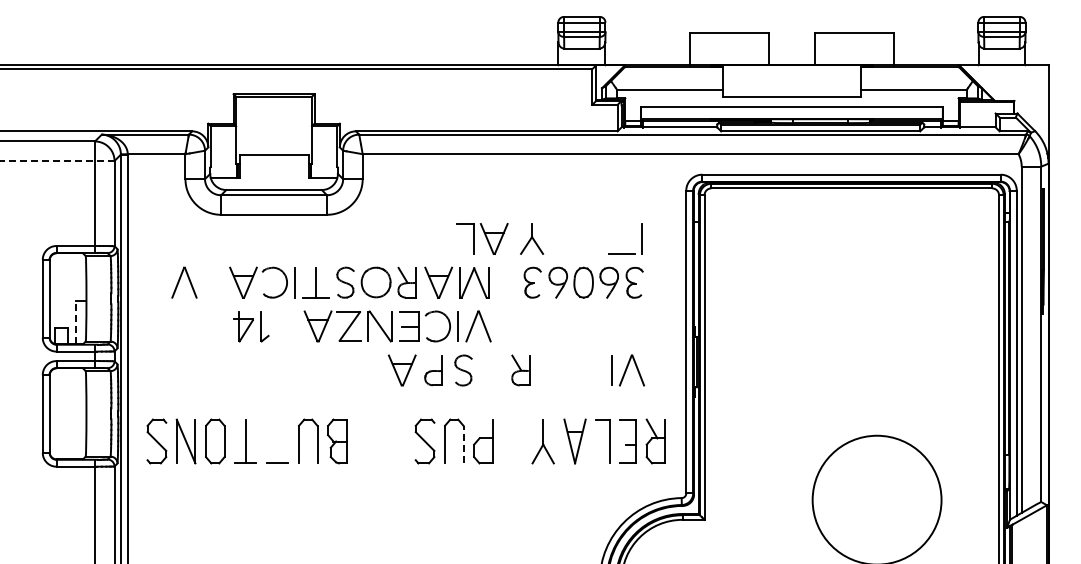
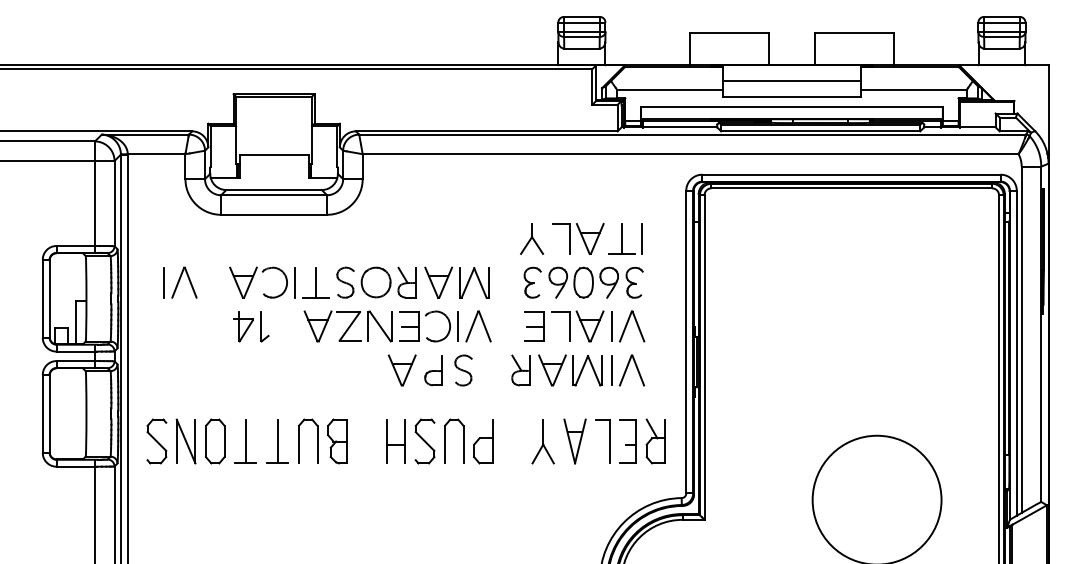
line at (791, 81): none -> present
line at (57, 161): dashed -> solid
part at (482, 238) position: (482, 238) -> (578, 238)
line at (621, 238): none -> present
line at (164, 282): none -> present
line at (76, 322): dashed -> solid
part at (584, 326): none -> present
part at (570, 370): none -> present
line at (277, 441): none -> present
part at (395, 441): none -> present
line at (463, 444): dashed -> solid
